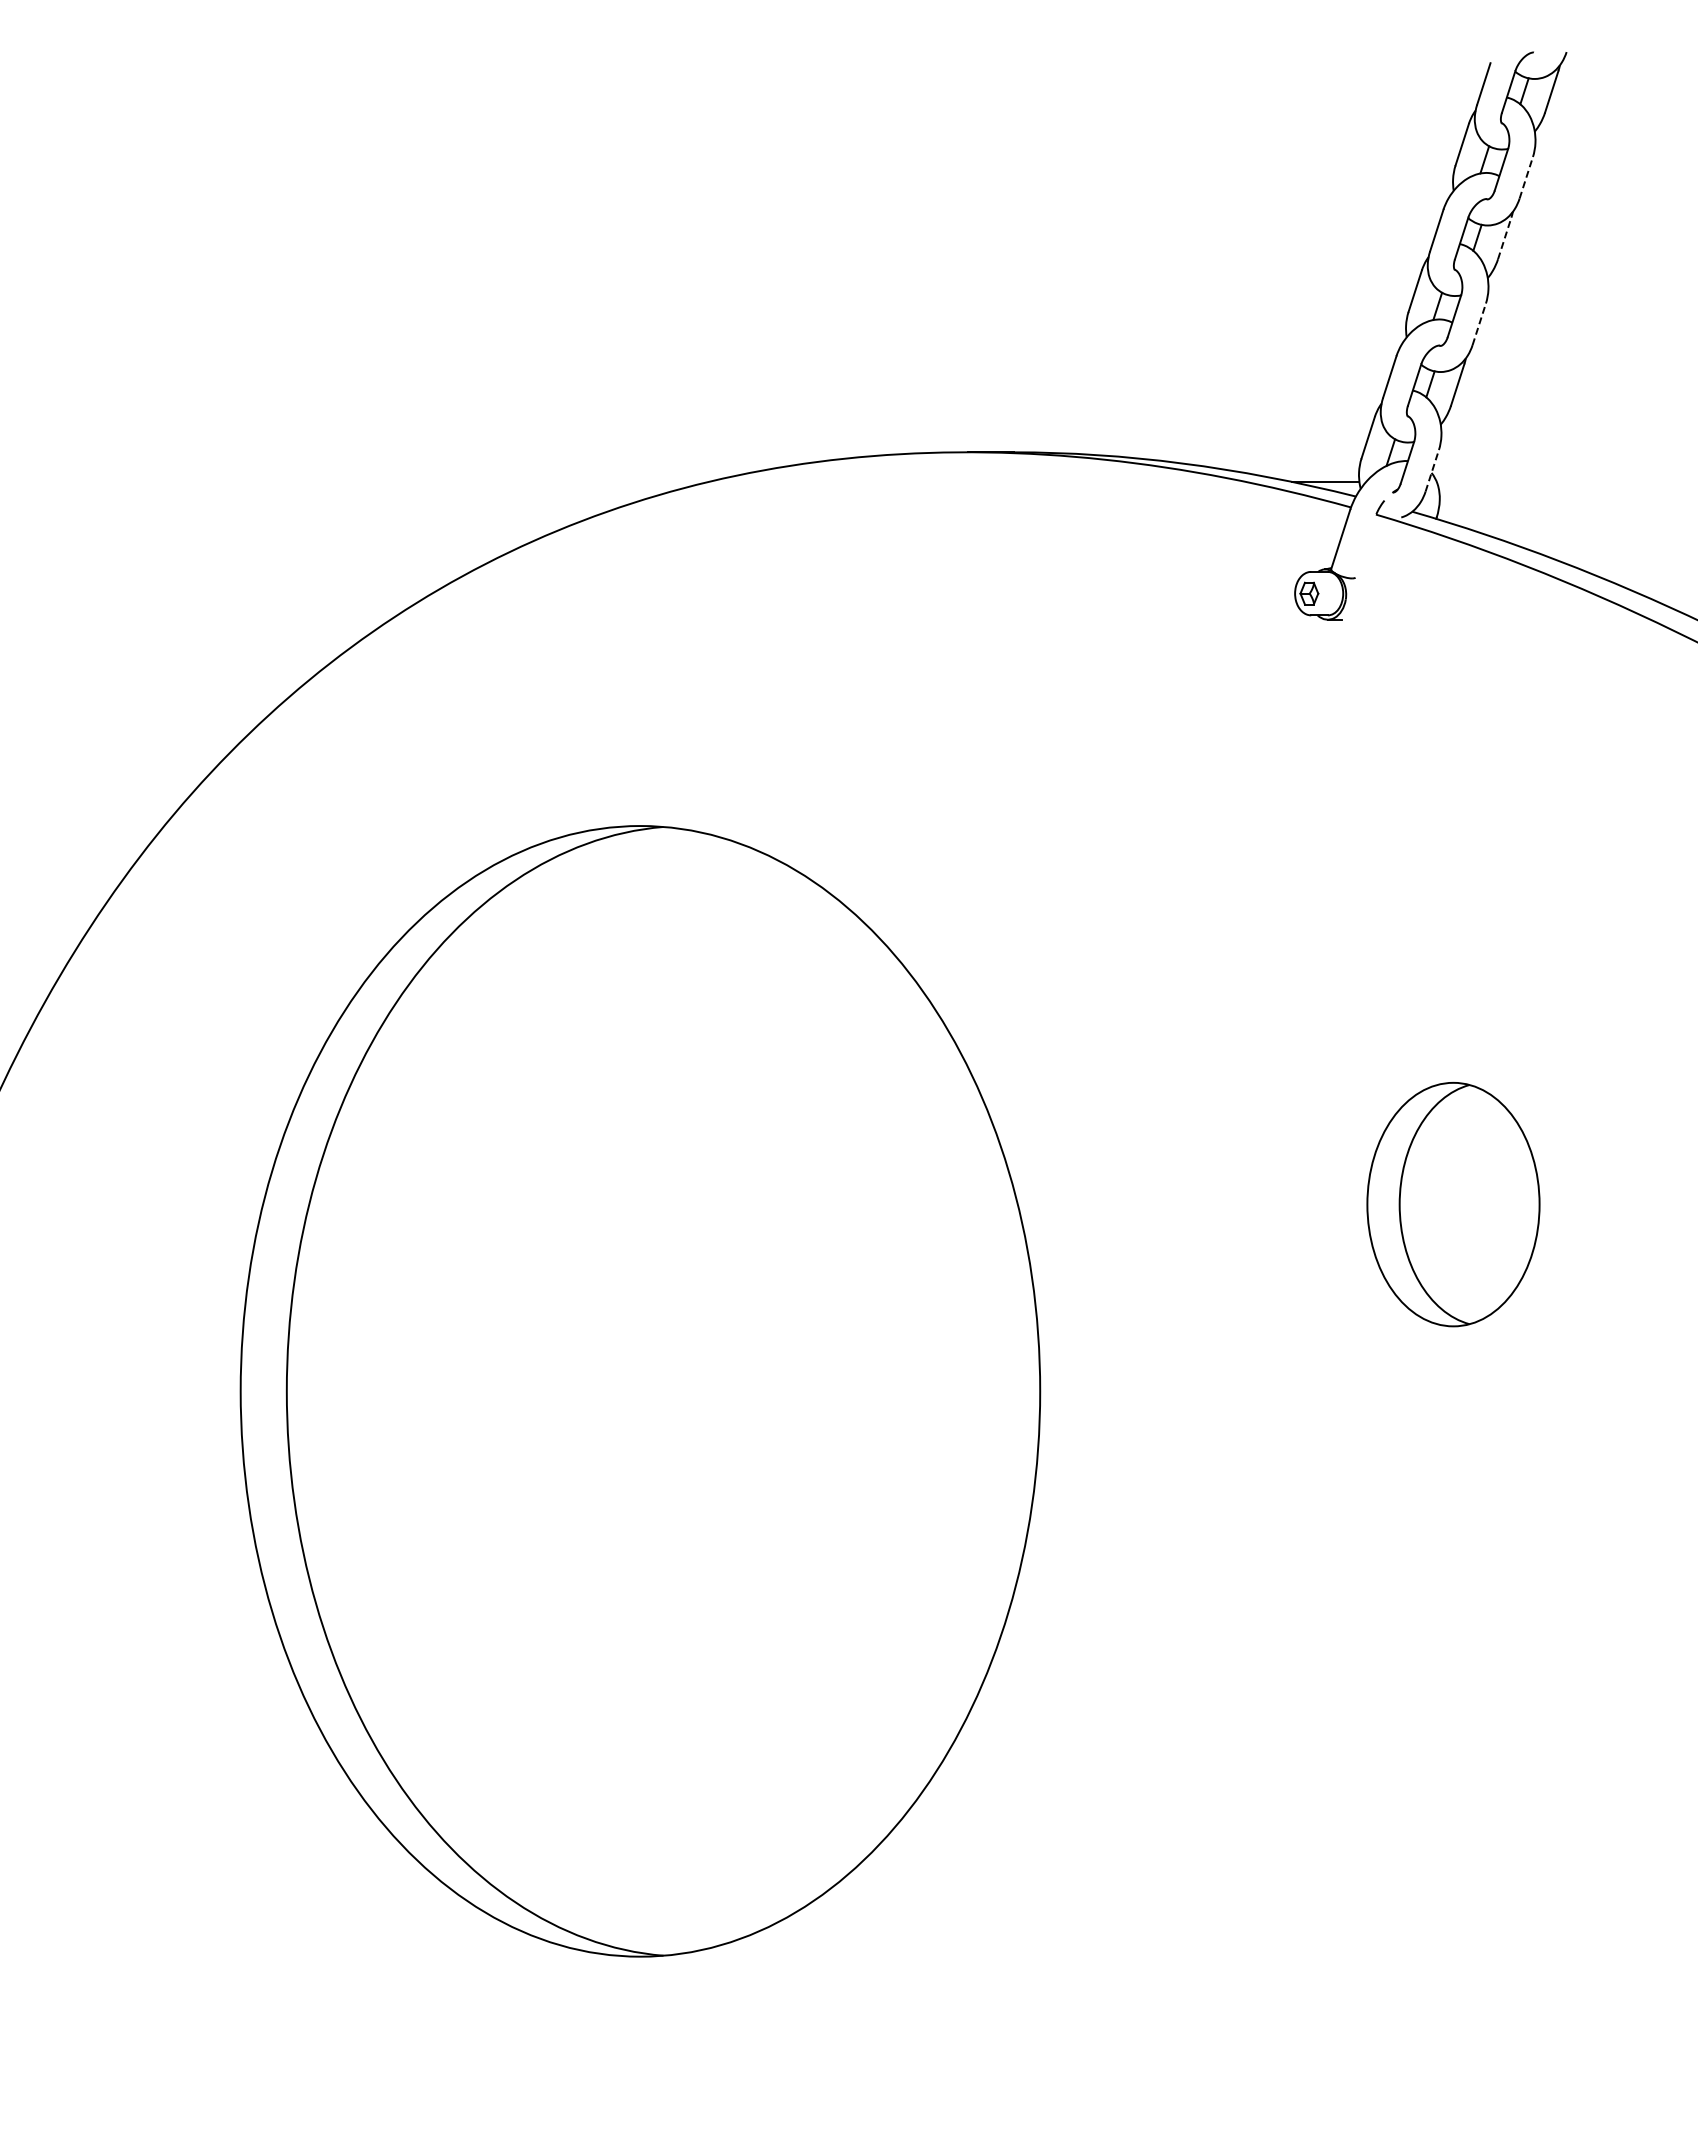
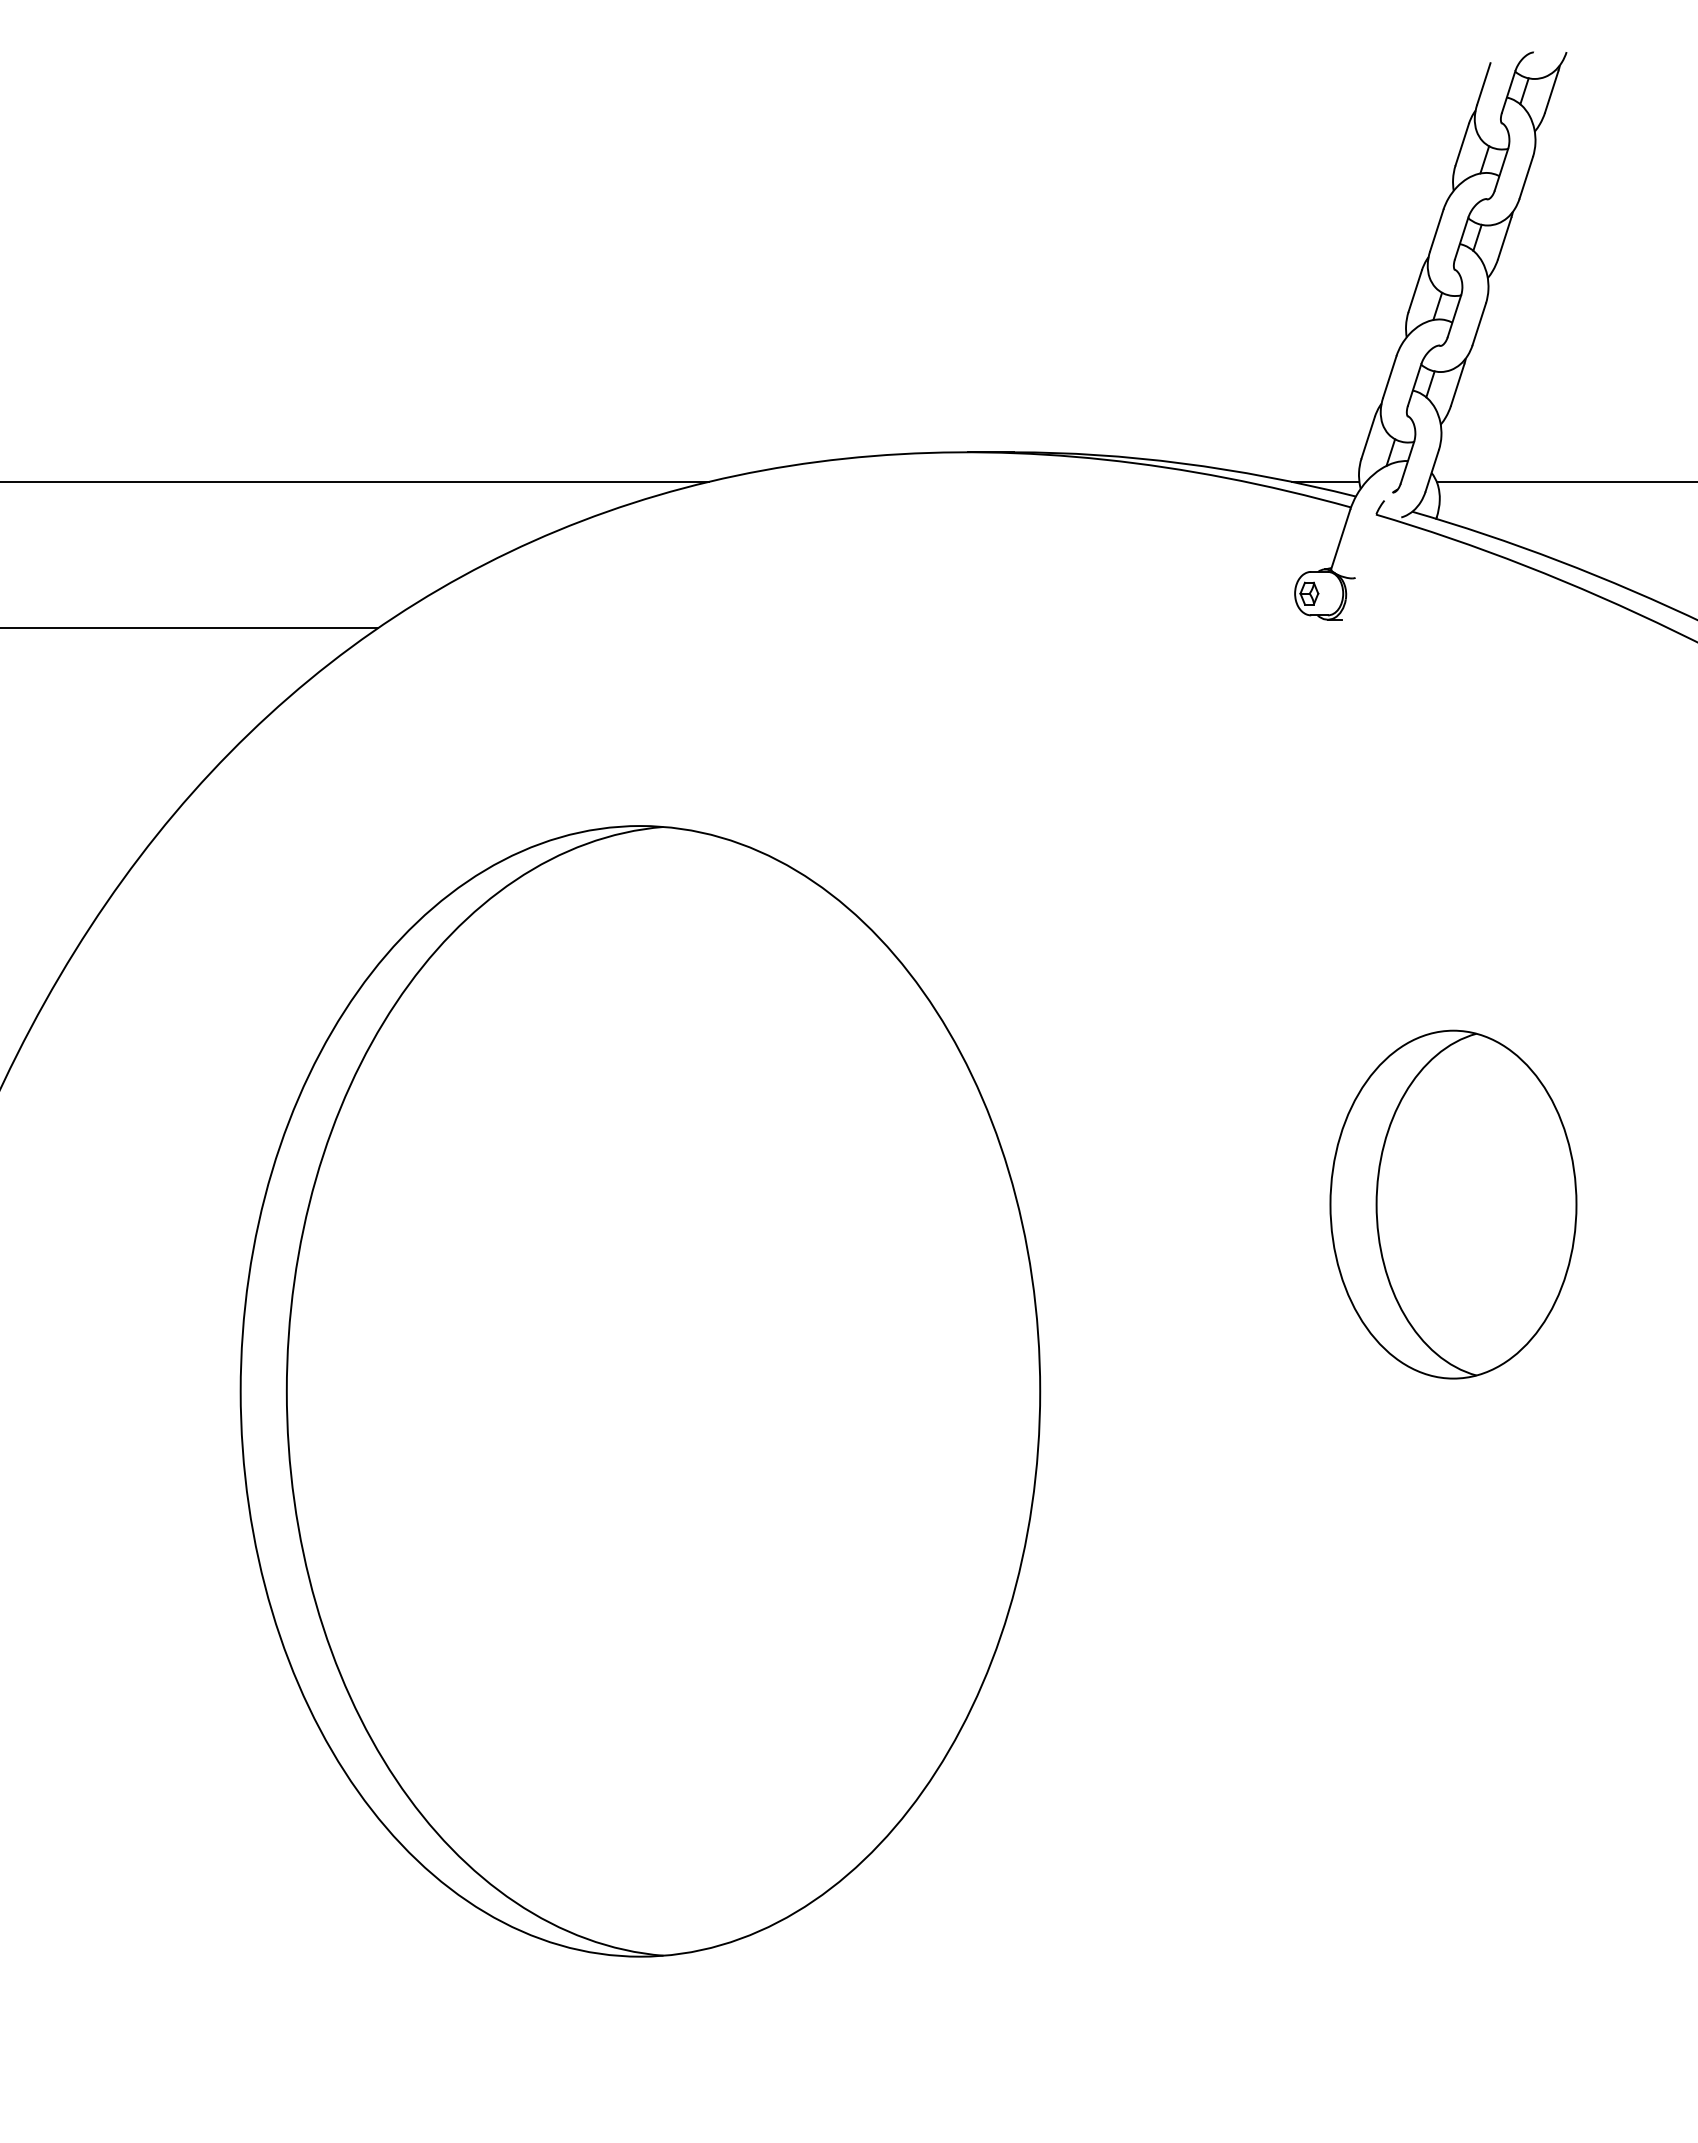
line at (1526, 177): dashed -> solid
line at (1504, 238): dashed -> solid
line at (1479, 324): dashed -> solid
line at (1432, 470): dashed -> solid
line at (355, 481): none -> present
line at (1565, 481): none -> present
line at (189, 628): none -> present
part at (1453, 1204) size: 175x246 px -> 249x351 px
